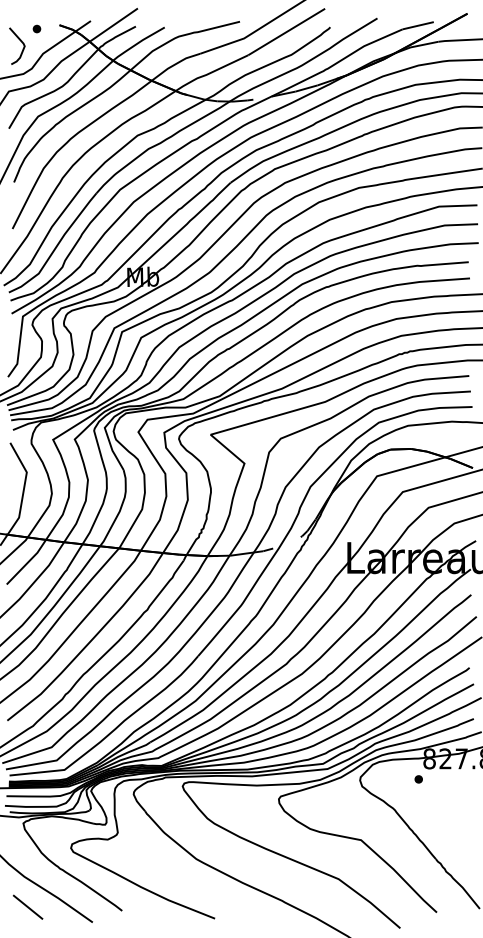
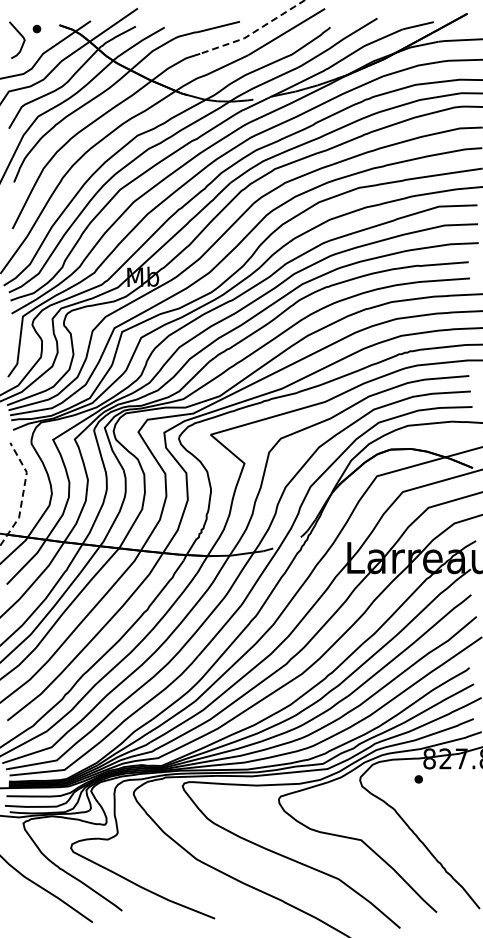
line at (254, 32): solid -> dashed
curve at (20, 41) position: (20, 41) -> (20, 35)
line at (22, 495): solid -> dashed
line at (27, 906): present -> none
